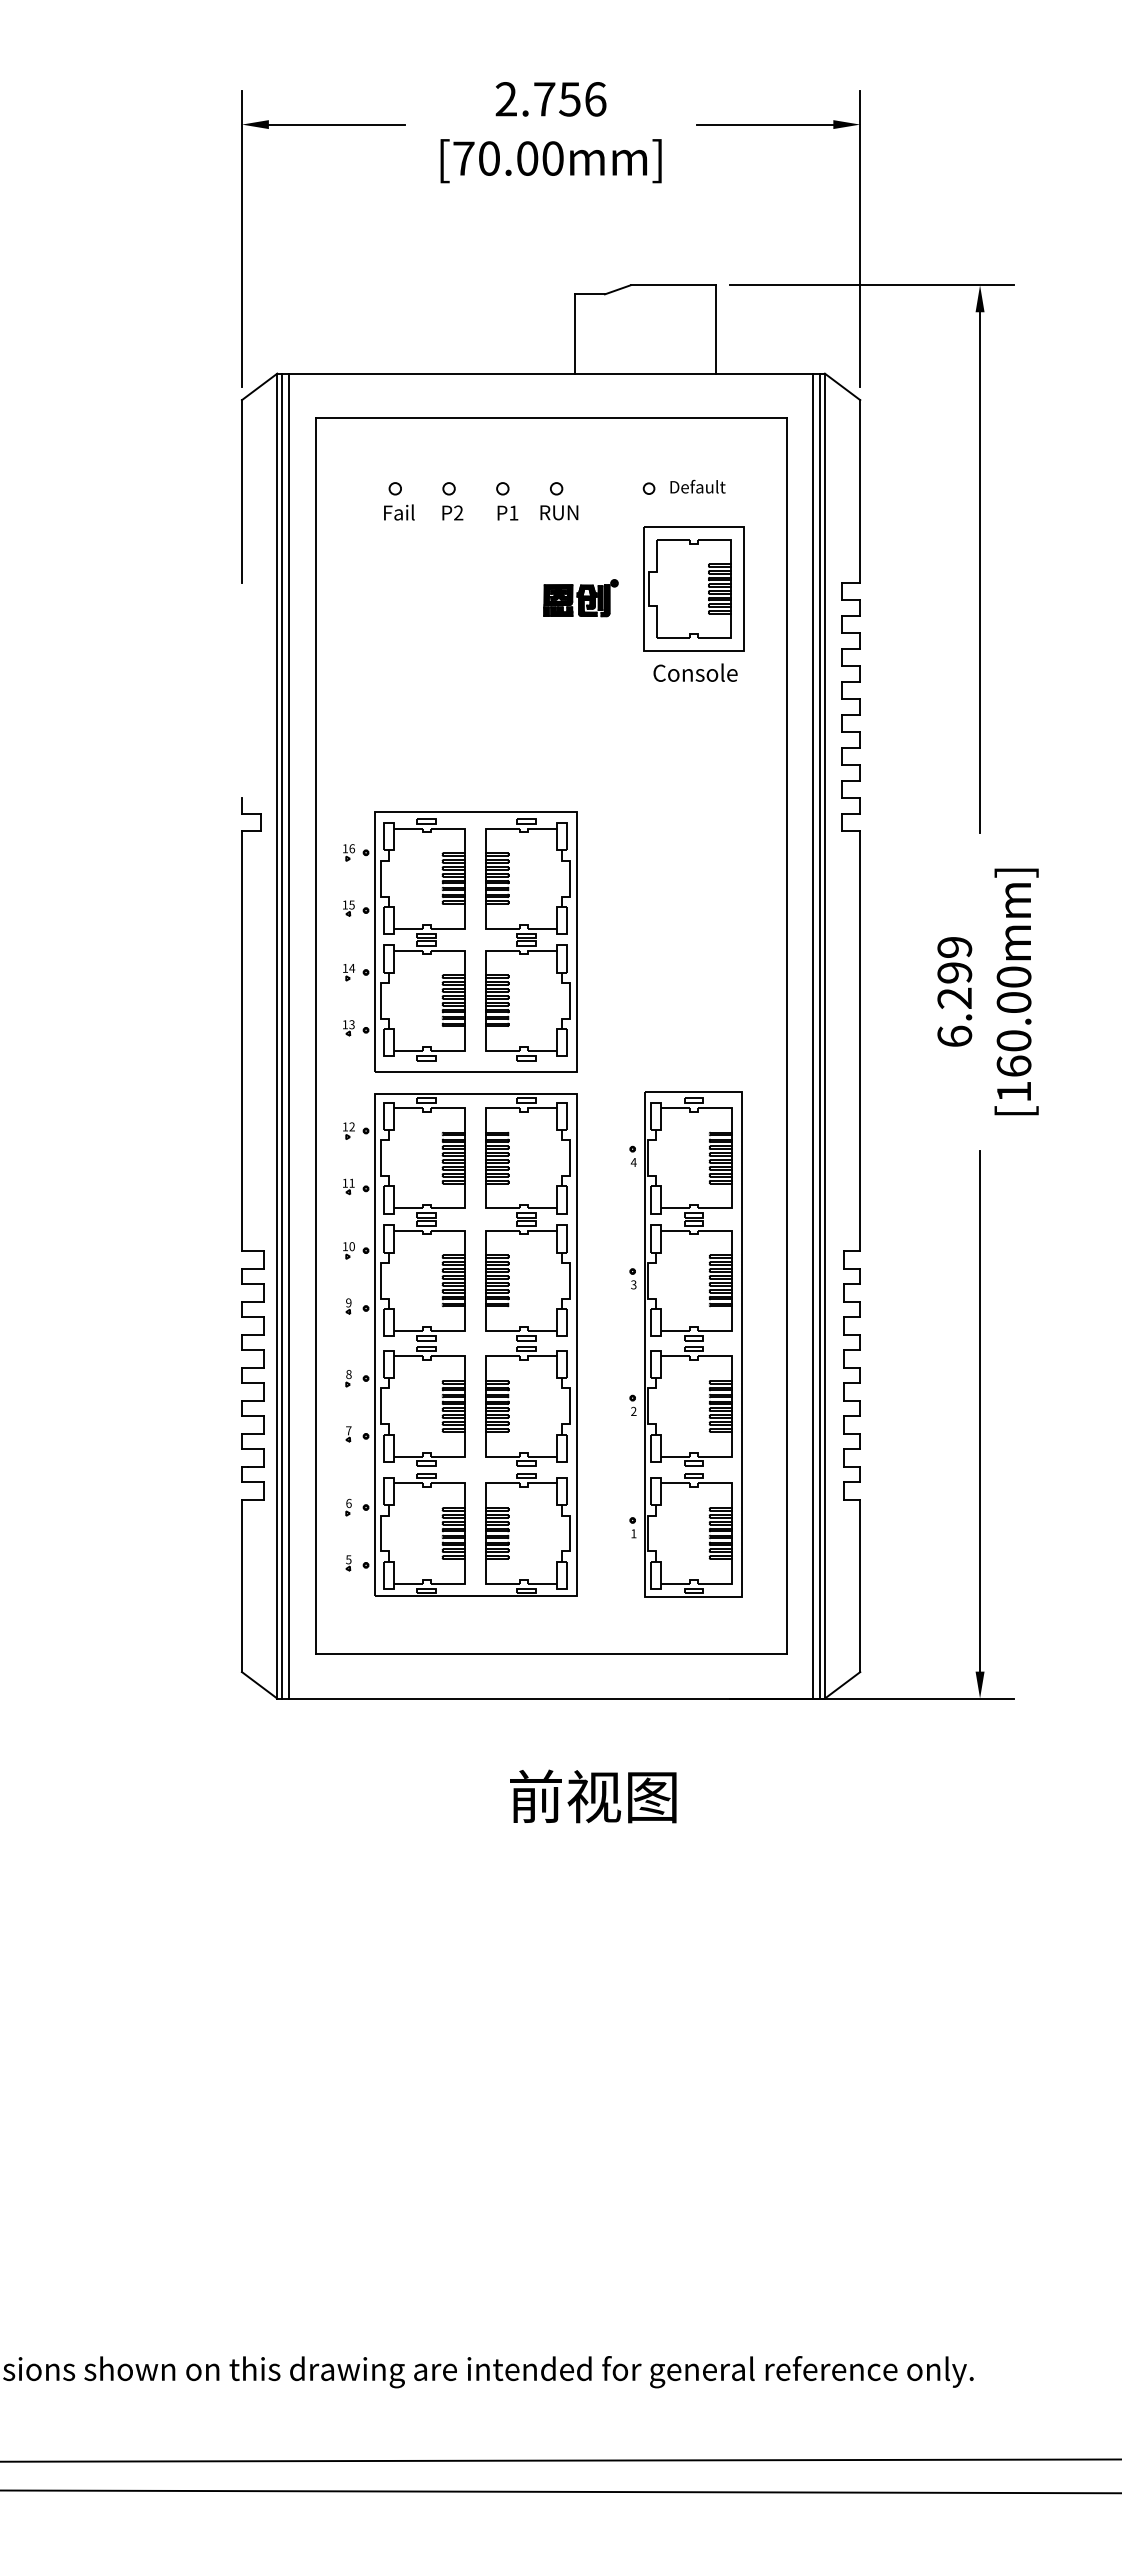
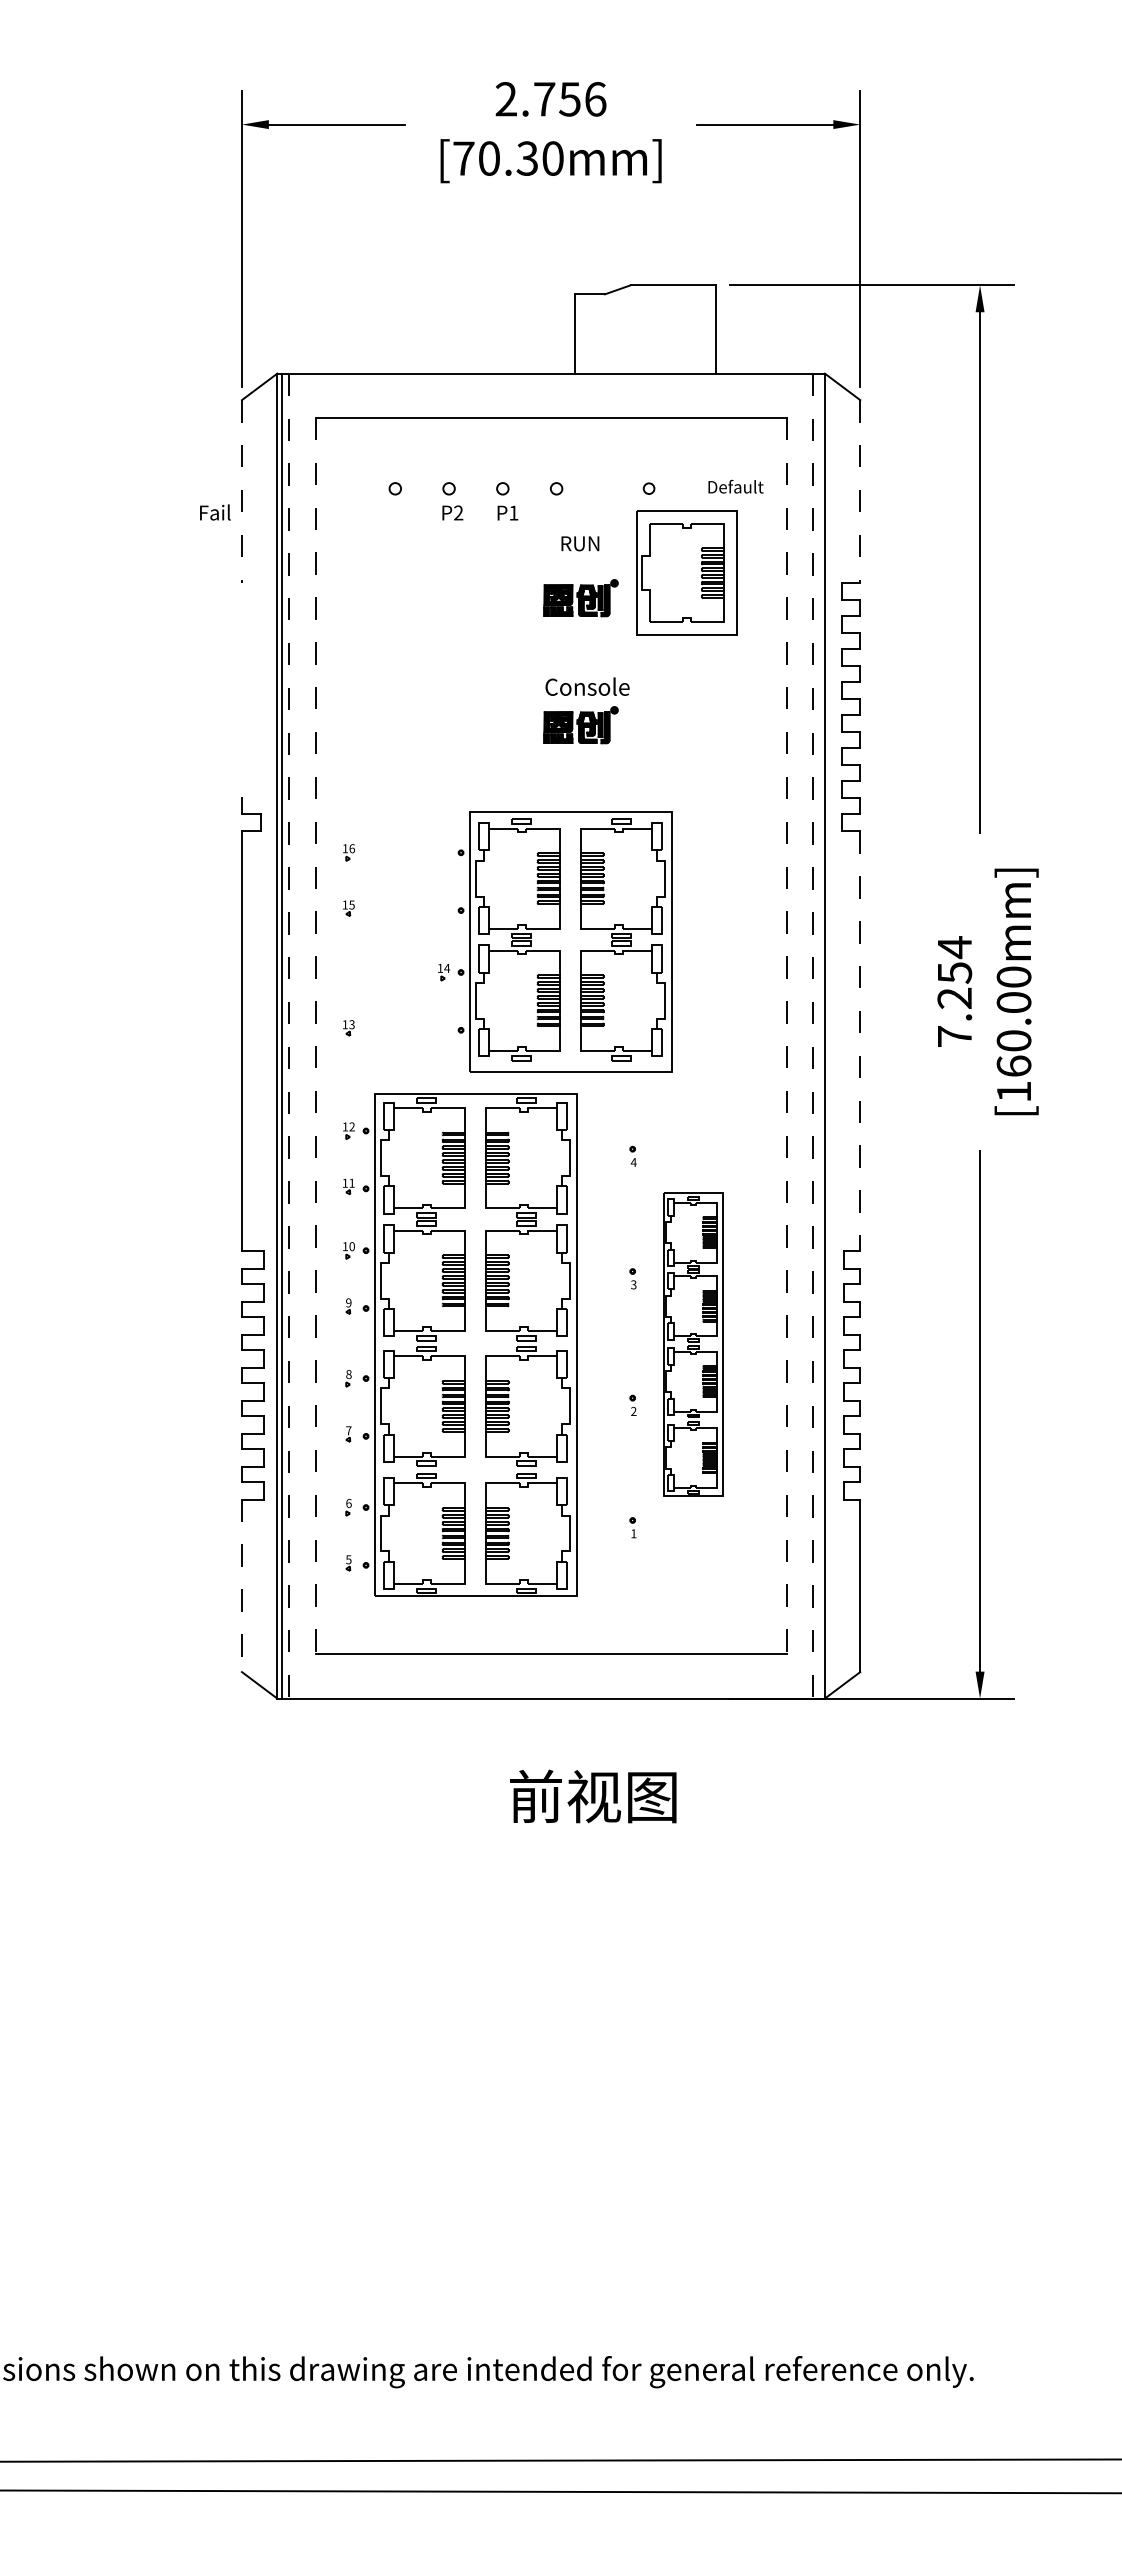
text at (527, 158): [70.00mm] -> [70.30mm]
text at (697, 486) position: (697, 486) -> (735, 486)
line at (241, 491): solid -> dashed
line at (860, 491): solid -> dashed
text at (399, 512) position: (399, 512) -> (215, 512)
text at (559, 512) position: (559, 512) -> (580, 543)
part at (693, 588) position: (693, 588) -> (686, 572)
text at (695, 672) position: (695, 672) -> (587, 686)
part at (580, 725): none -> present
part at (460, 941) position: (460, 941) -> (555, 941)
text at (954, 991): 6.299 -> 7.254
line at (820, 1035): present -> none
line at (289, 1036): solid -> dashed
line at (315, 1036): solid -> dashed
line at (786, 1036): solid -> dashed
line at (813, 1036): solid -> dashed
line at (860, 1041): solid -> dashed
part at (693, 1344) size: 99x507 px -> 61x305 px
line at (241, 1586): solid -> dashed
